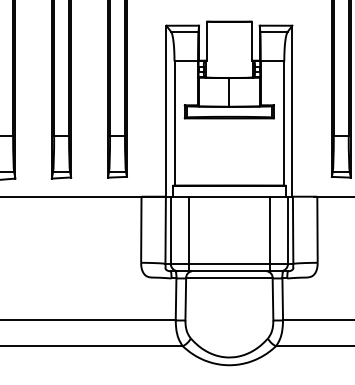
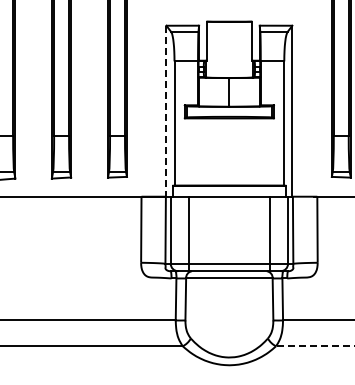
line at (166, 111): solid -> dashed
line at (315, 346): solid -> dashed
